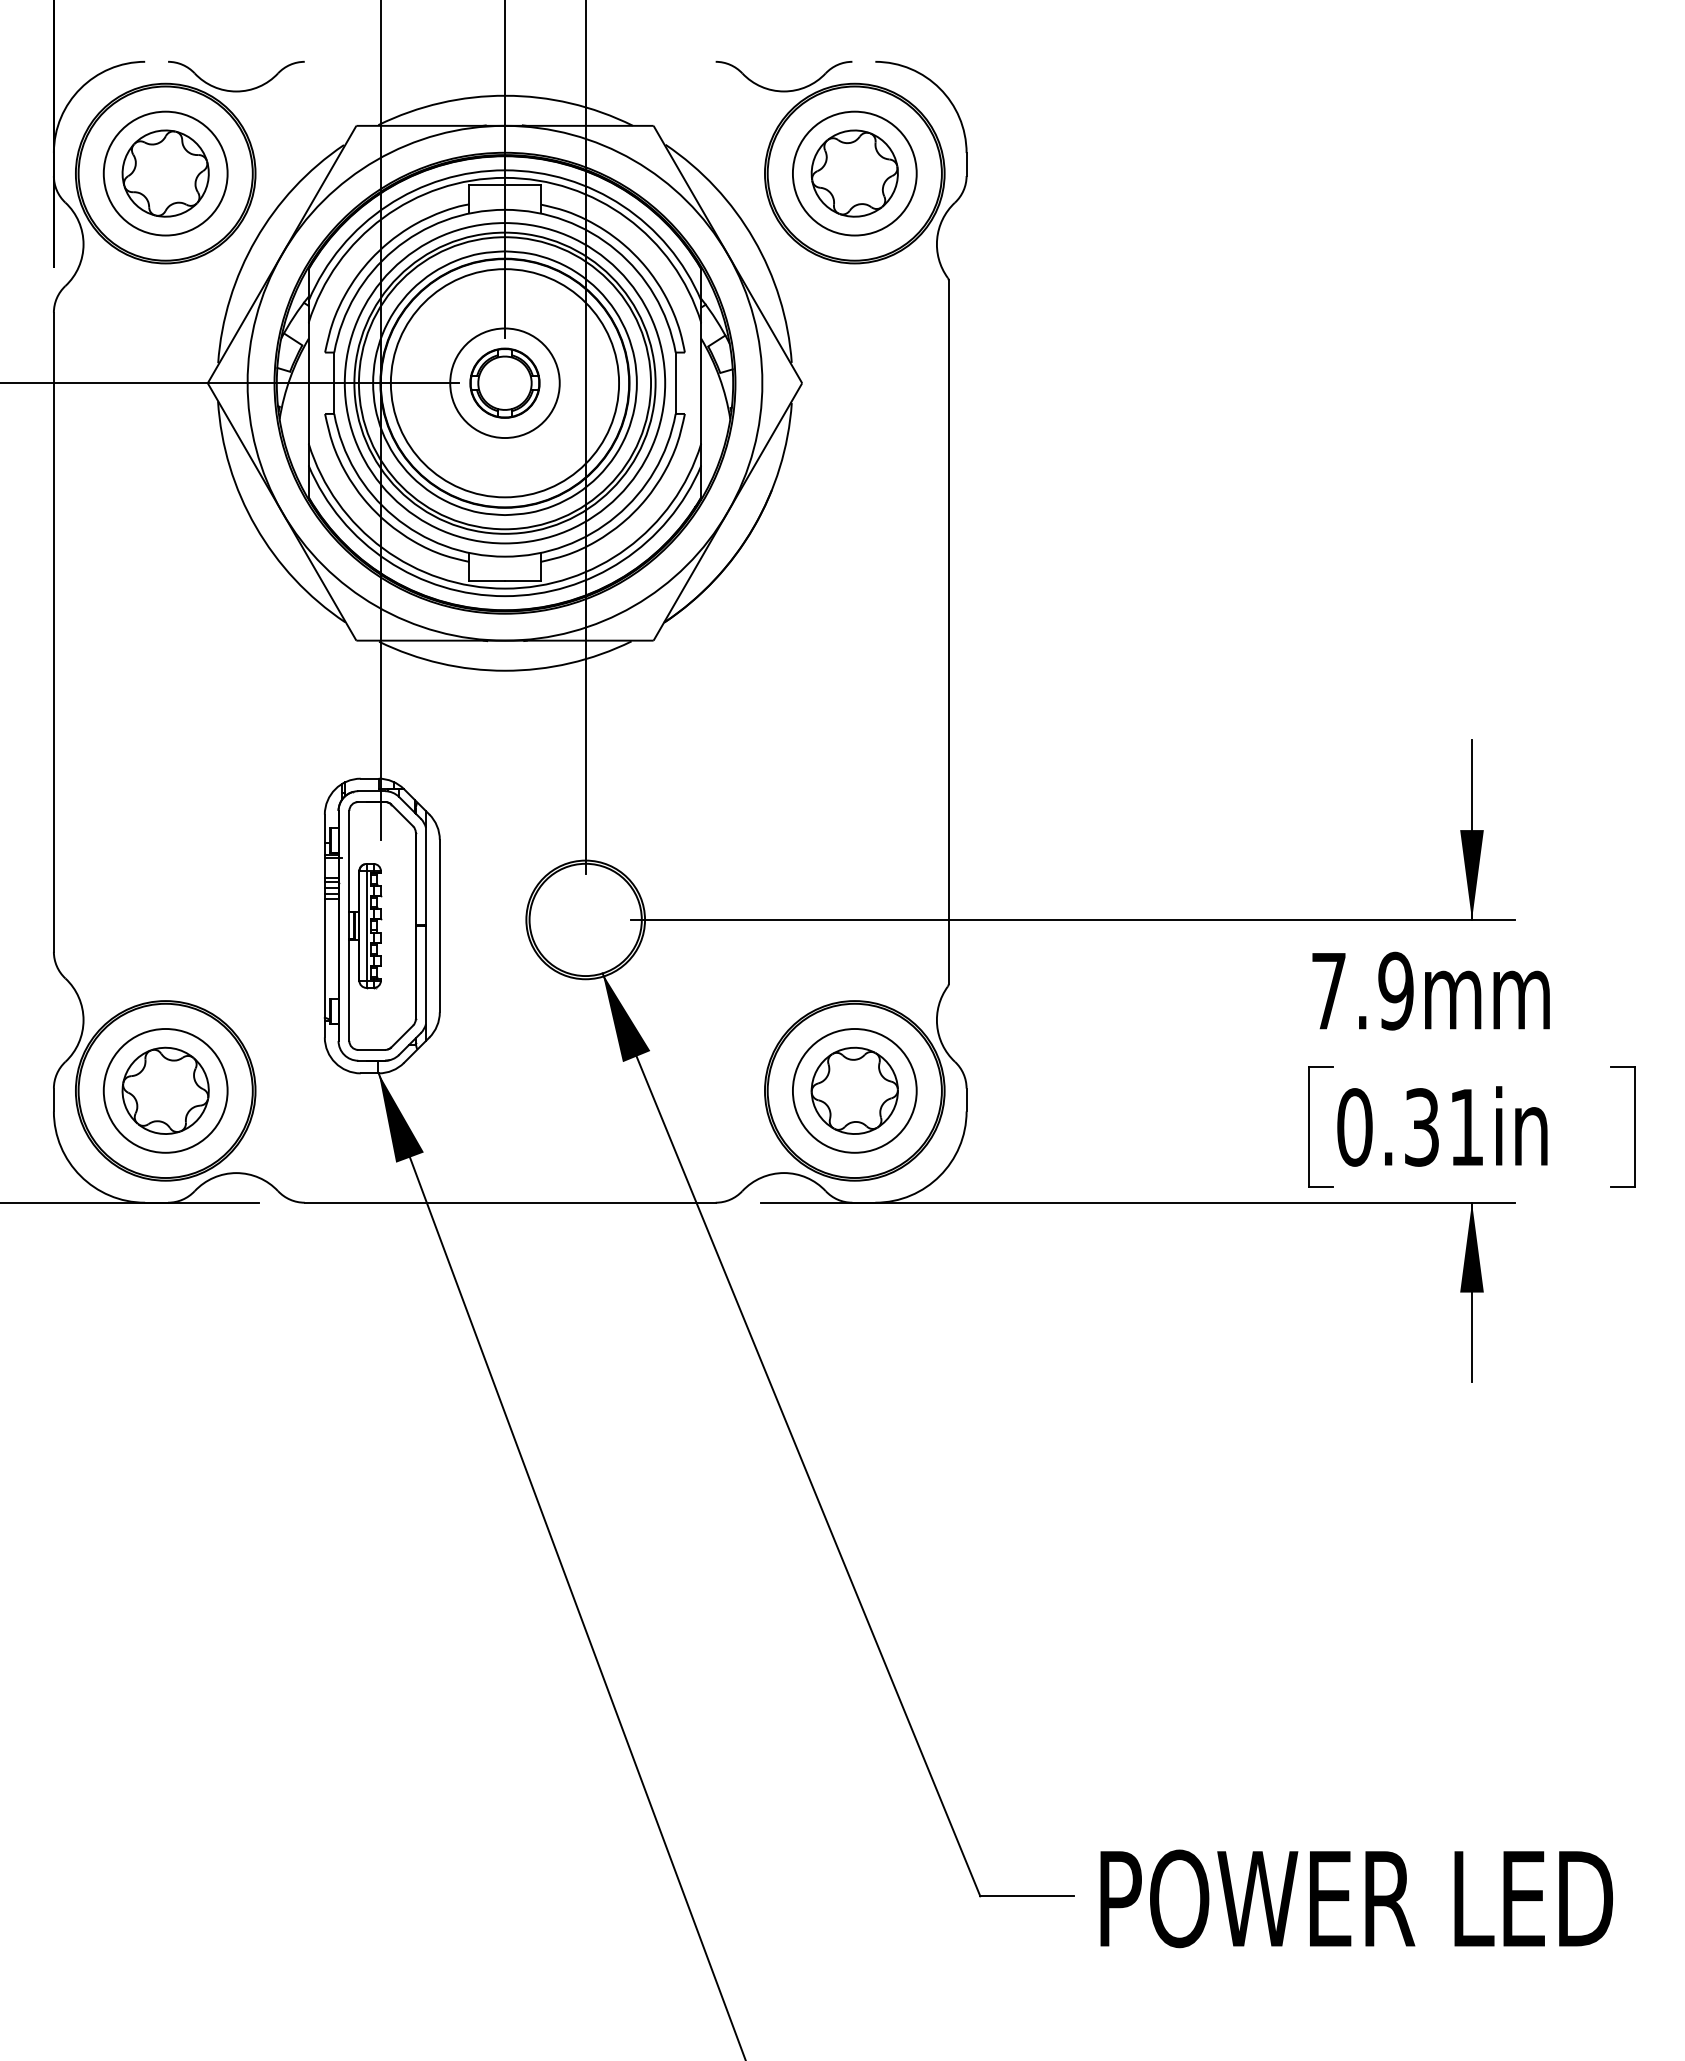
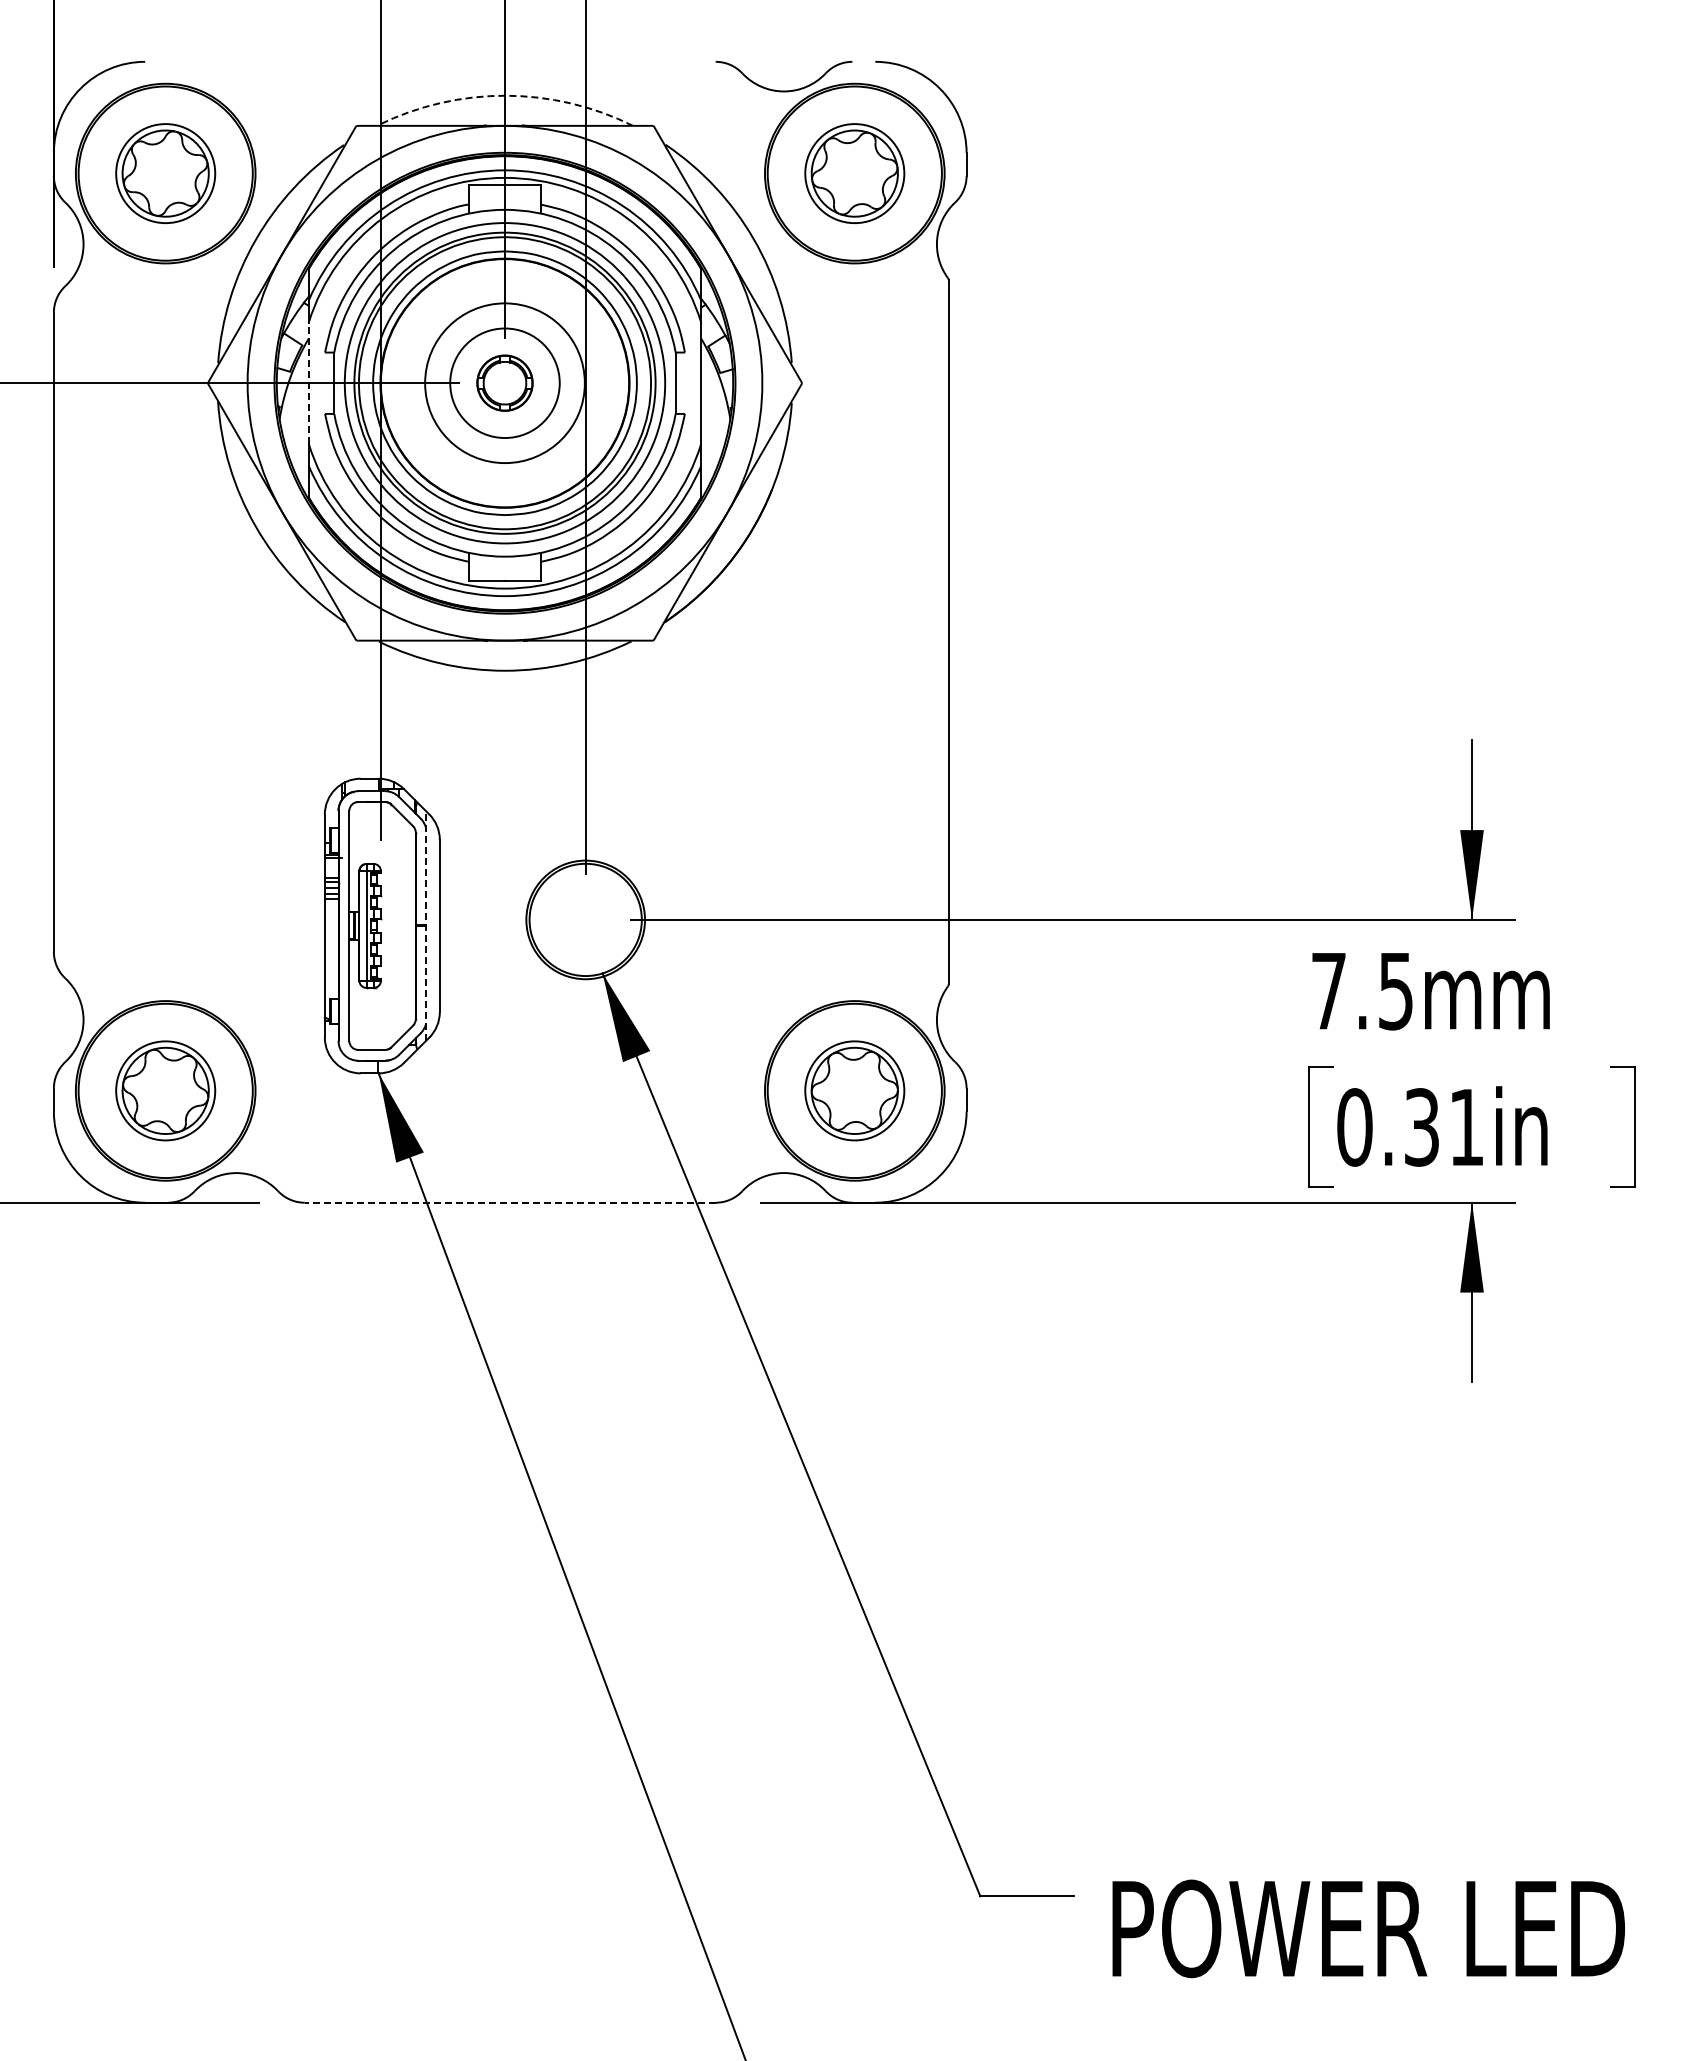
part at (236, 90): present -> none
arc at (505, 95): solid -> dashed
circle at (165, 173) diameter: 124 px -> 99 px
circle at (854, 173) diameter: 124 px -> 99 px
part at (504, 382) size: 72x72 px -> 58x58 px
line at (308, 383): solid -> dashed
circle at (504, 383) diameter: 228 px -> 160 px
line at (426, 926): solid -> dashed
text at (1395, 990): 7.9mm -> 7.5mm
circle at (165, 1090) diameter: 124 px -> 99 px
circle at (854, 1090) diameter: 124 px -> 99 px
line at (509, 1202): solid -> dashed
text at (1356, 1898) position: (1356, 1898) -> (1368, 1928)
